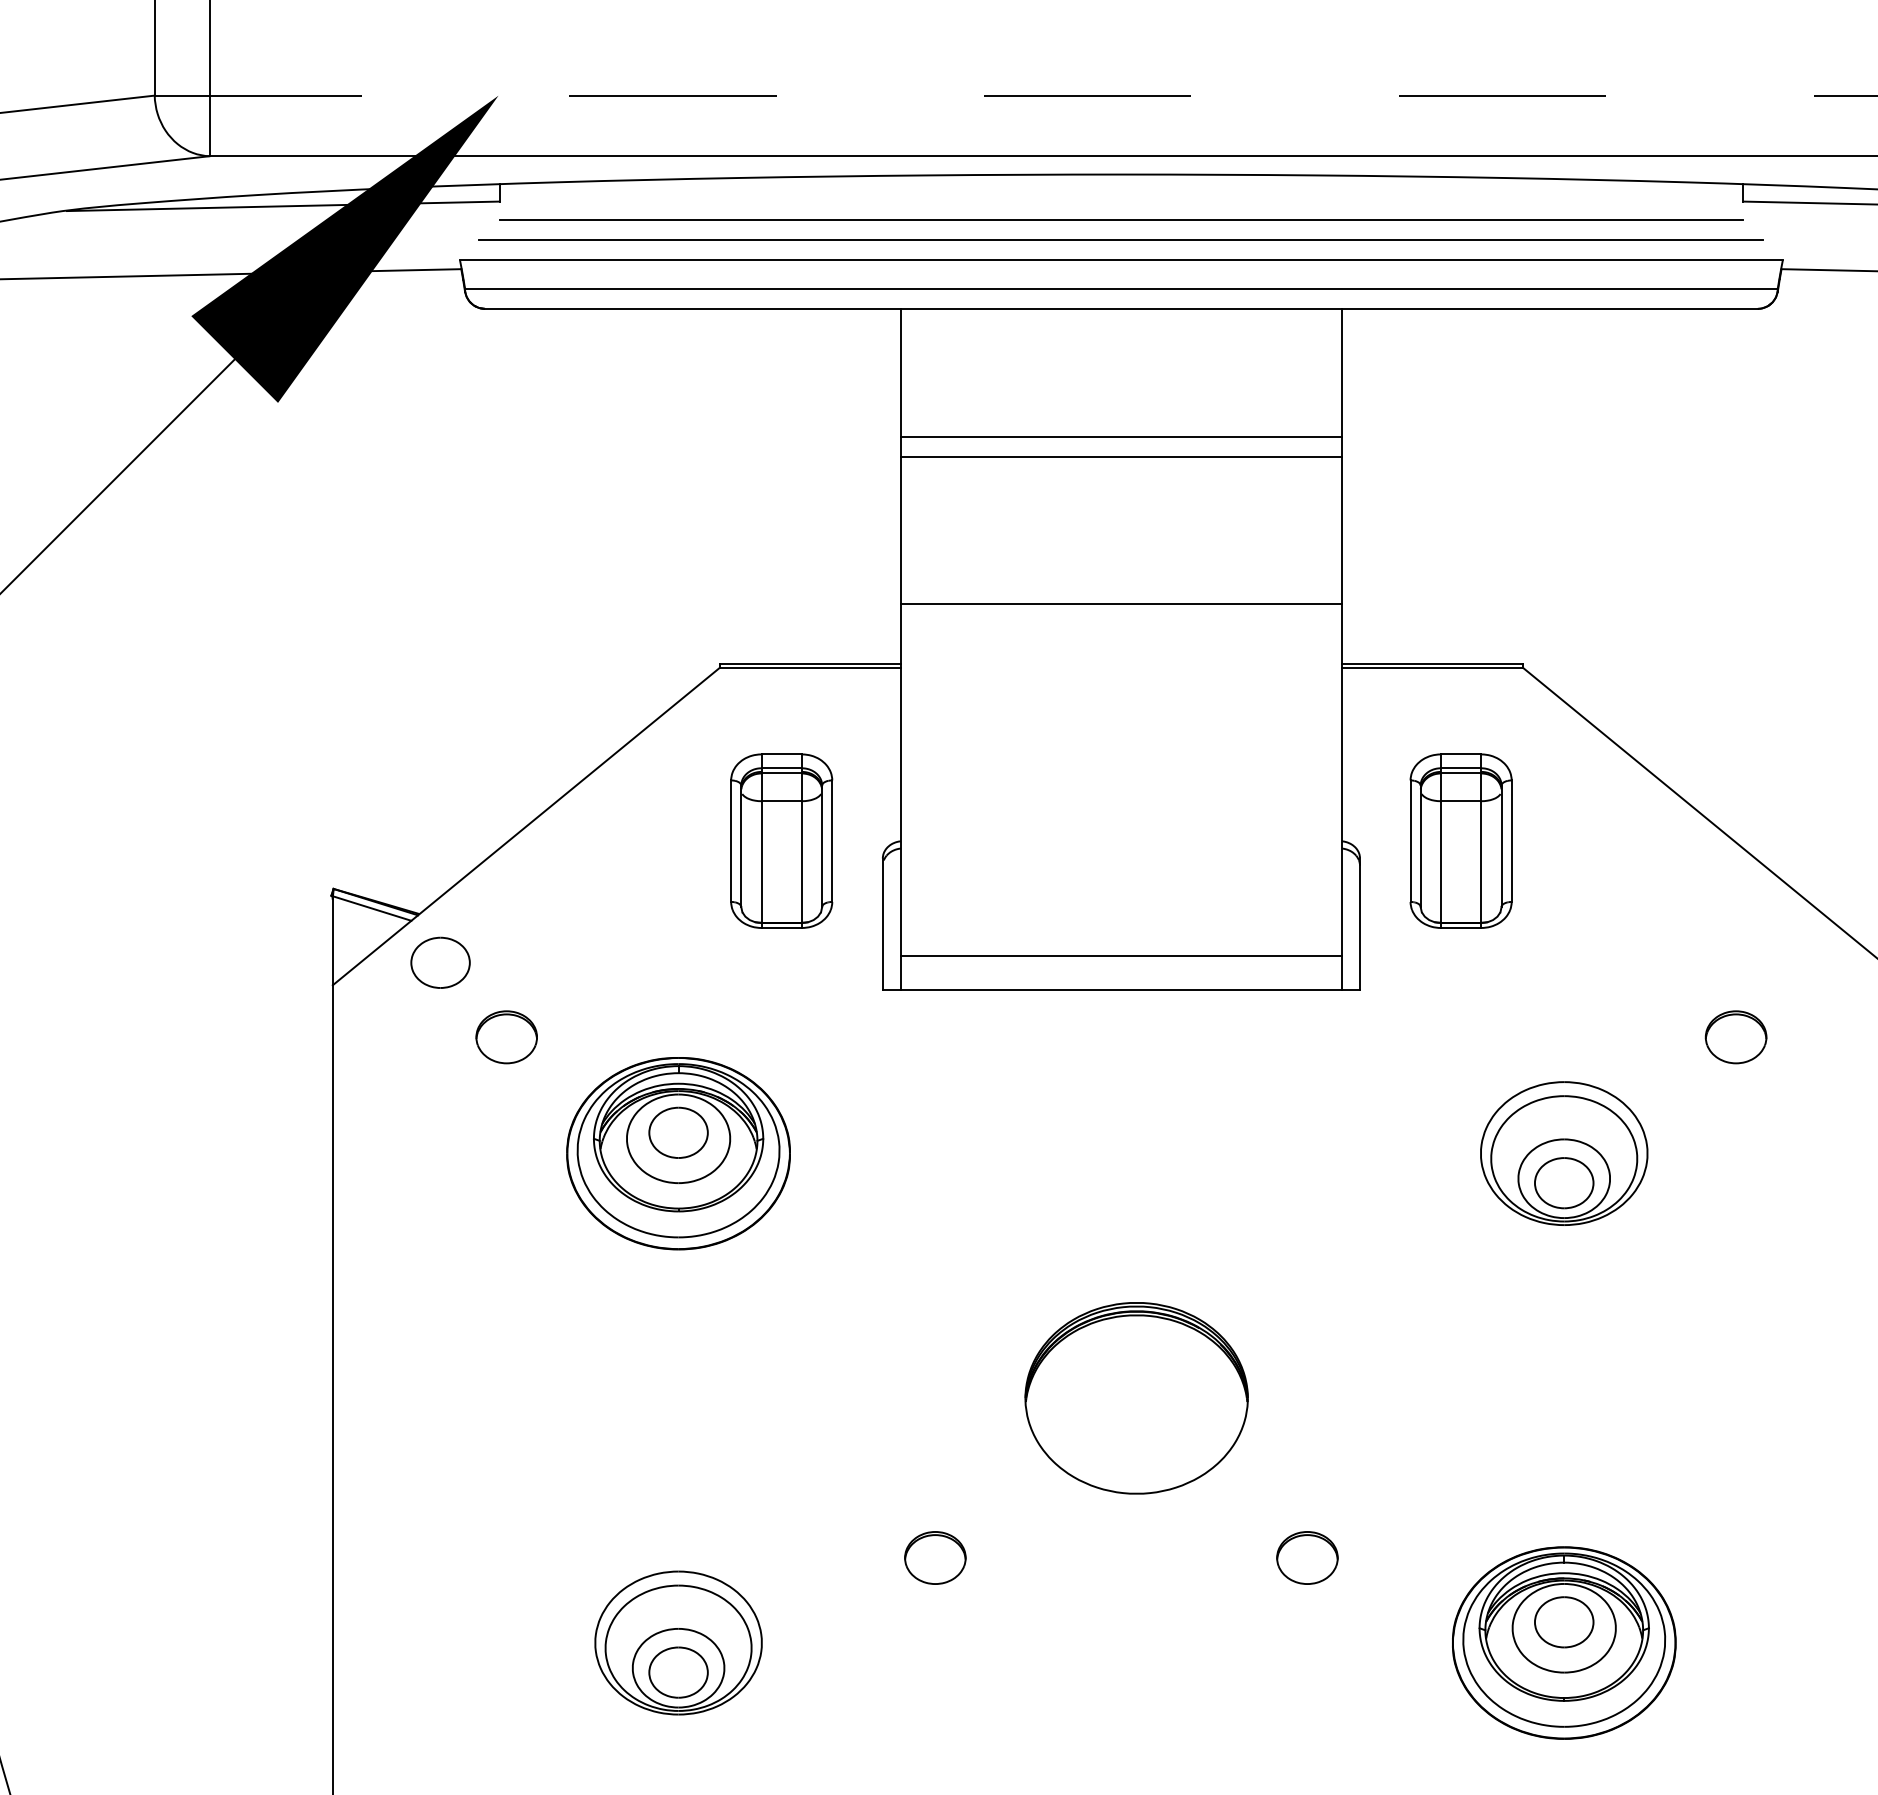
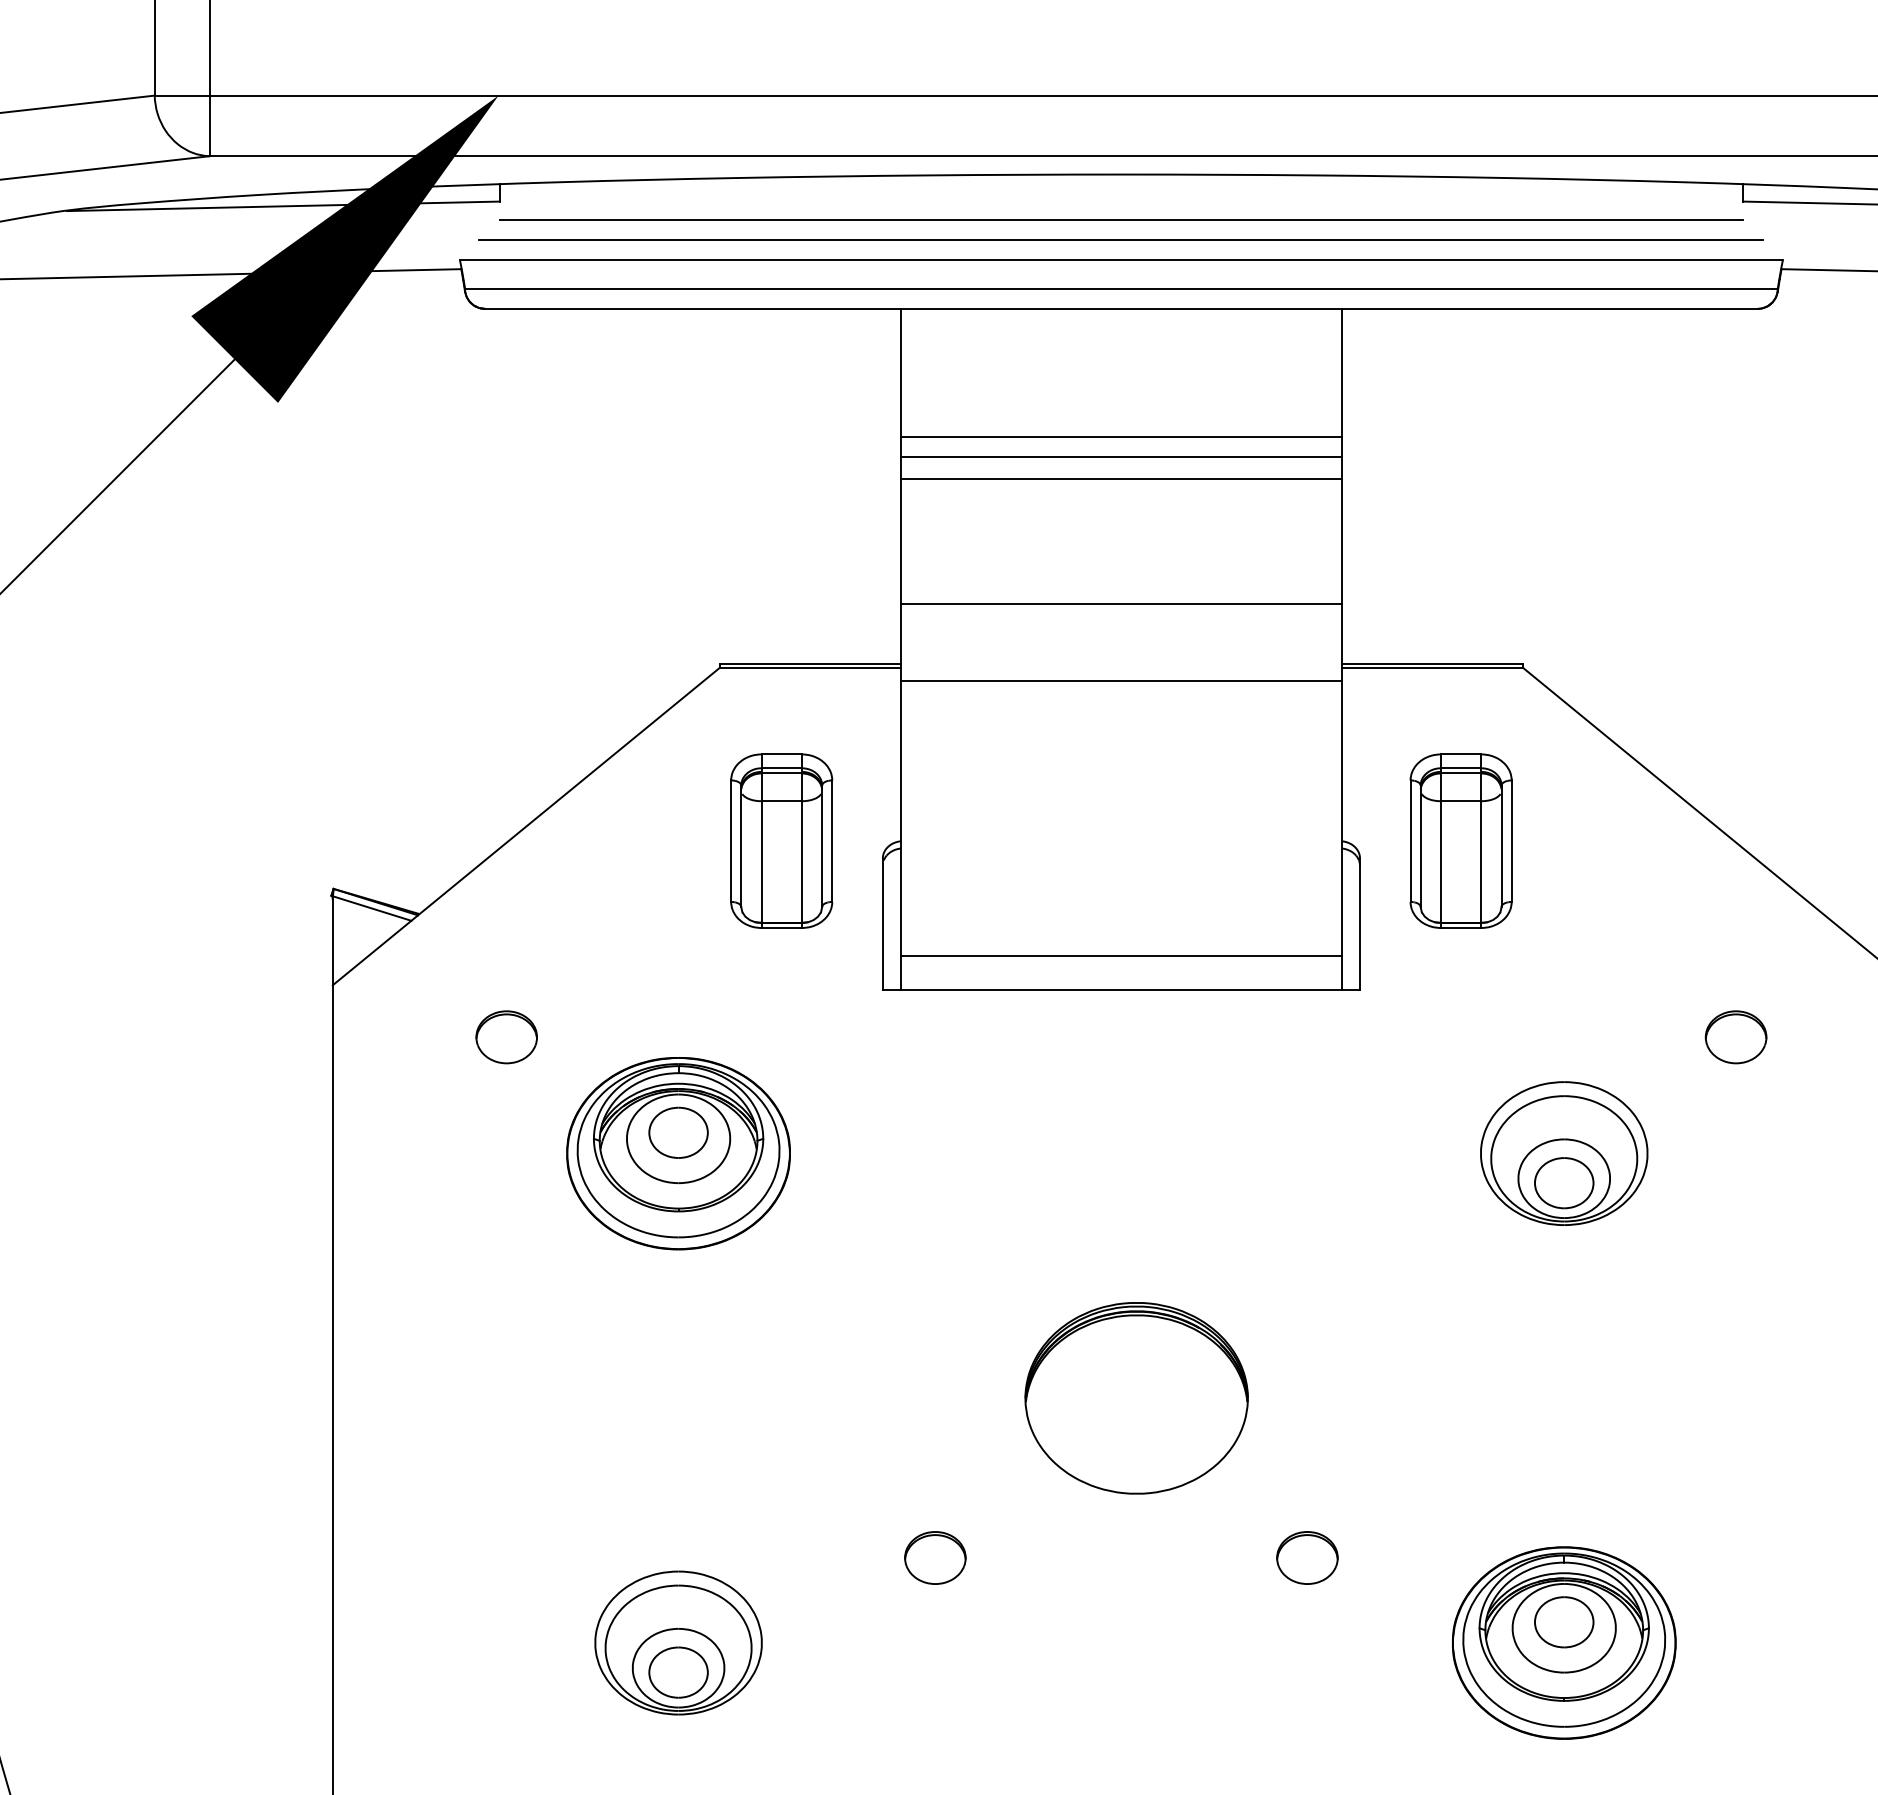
line at (1016, 95): dashed -> solid
line at (1121, 478): none -> present
line at (1121, 680): none -> present
part at (440, 962): present -> none
